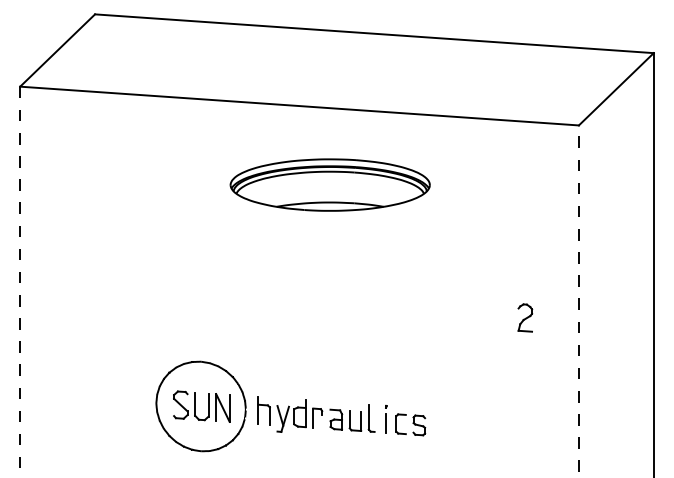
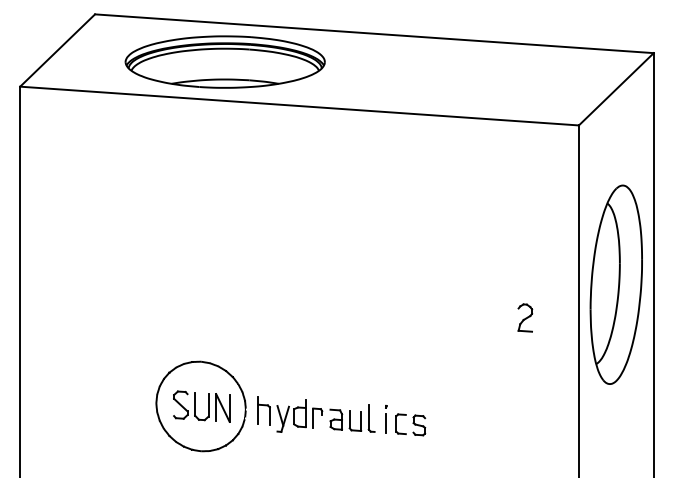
part at (329, 184) position: (329, 184) -> (224, 61)
line at (20, 282): dashed -> solid
part at (615, 284): none -> present
line at (578, 301): dashed -> solid
